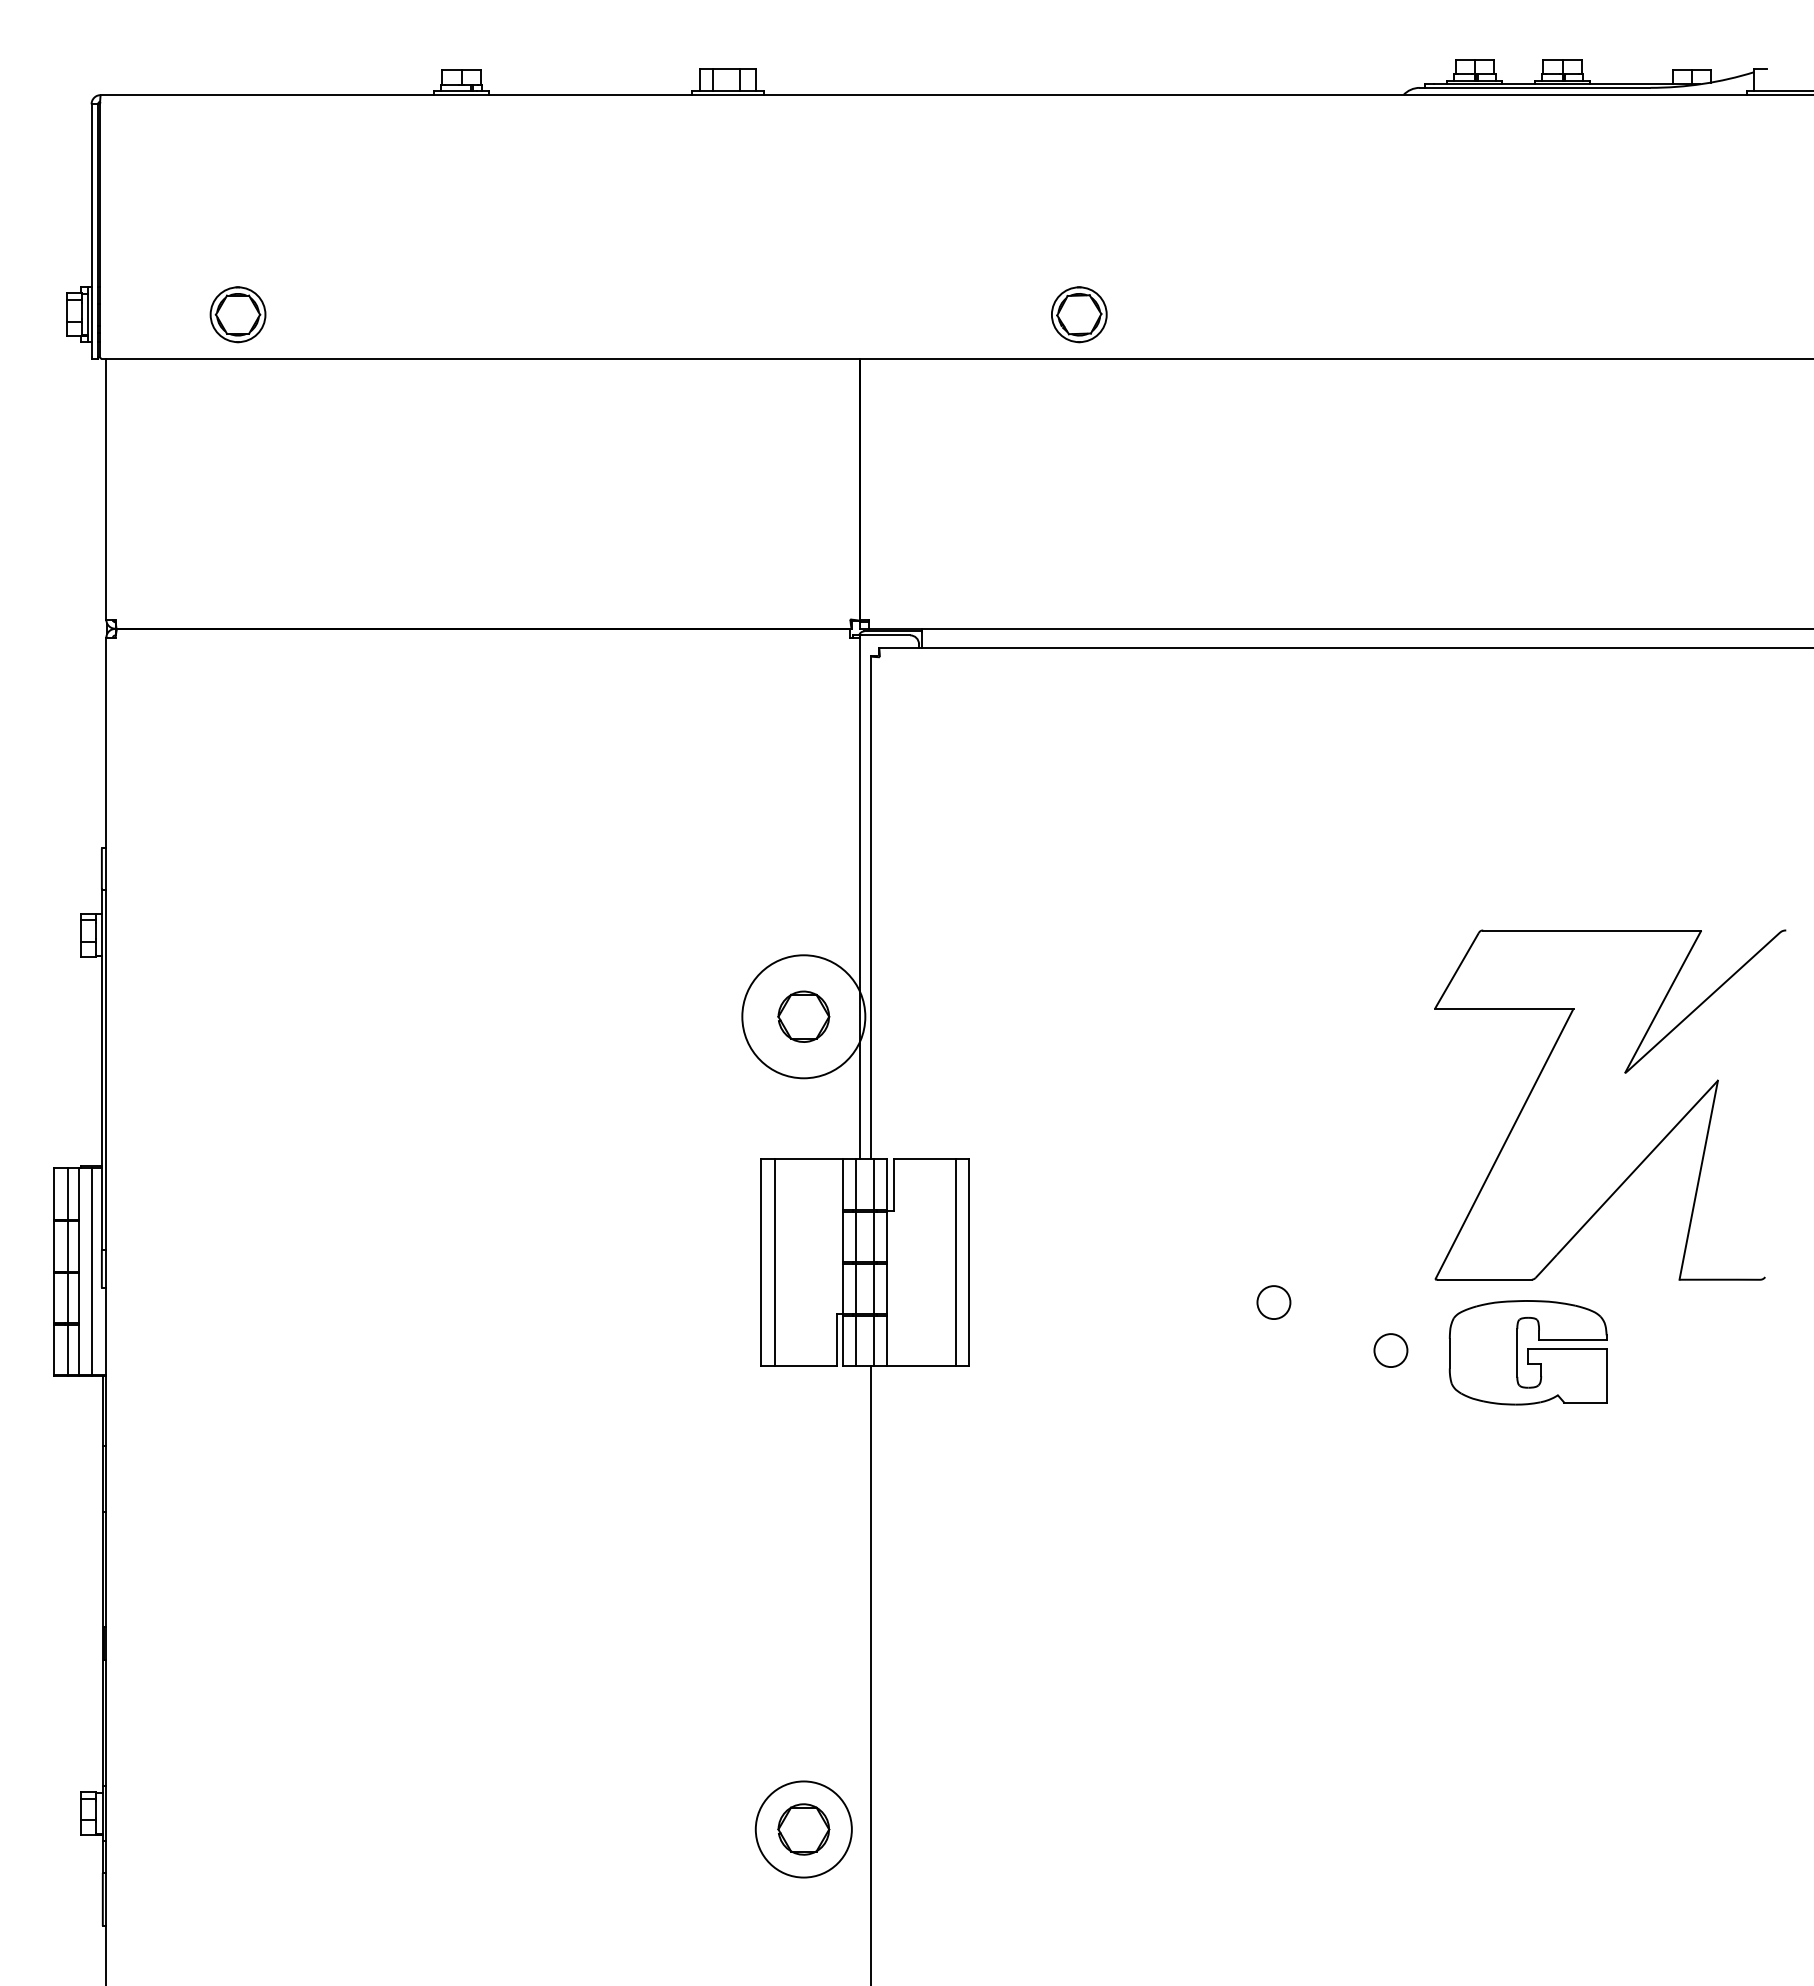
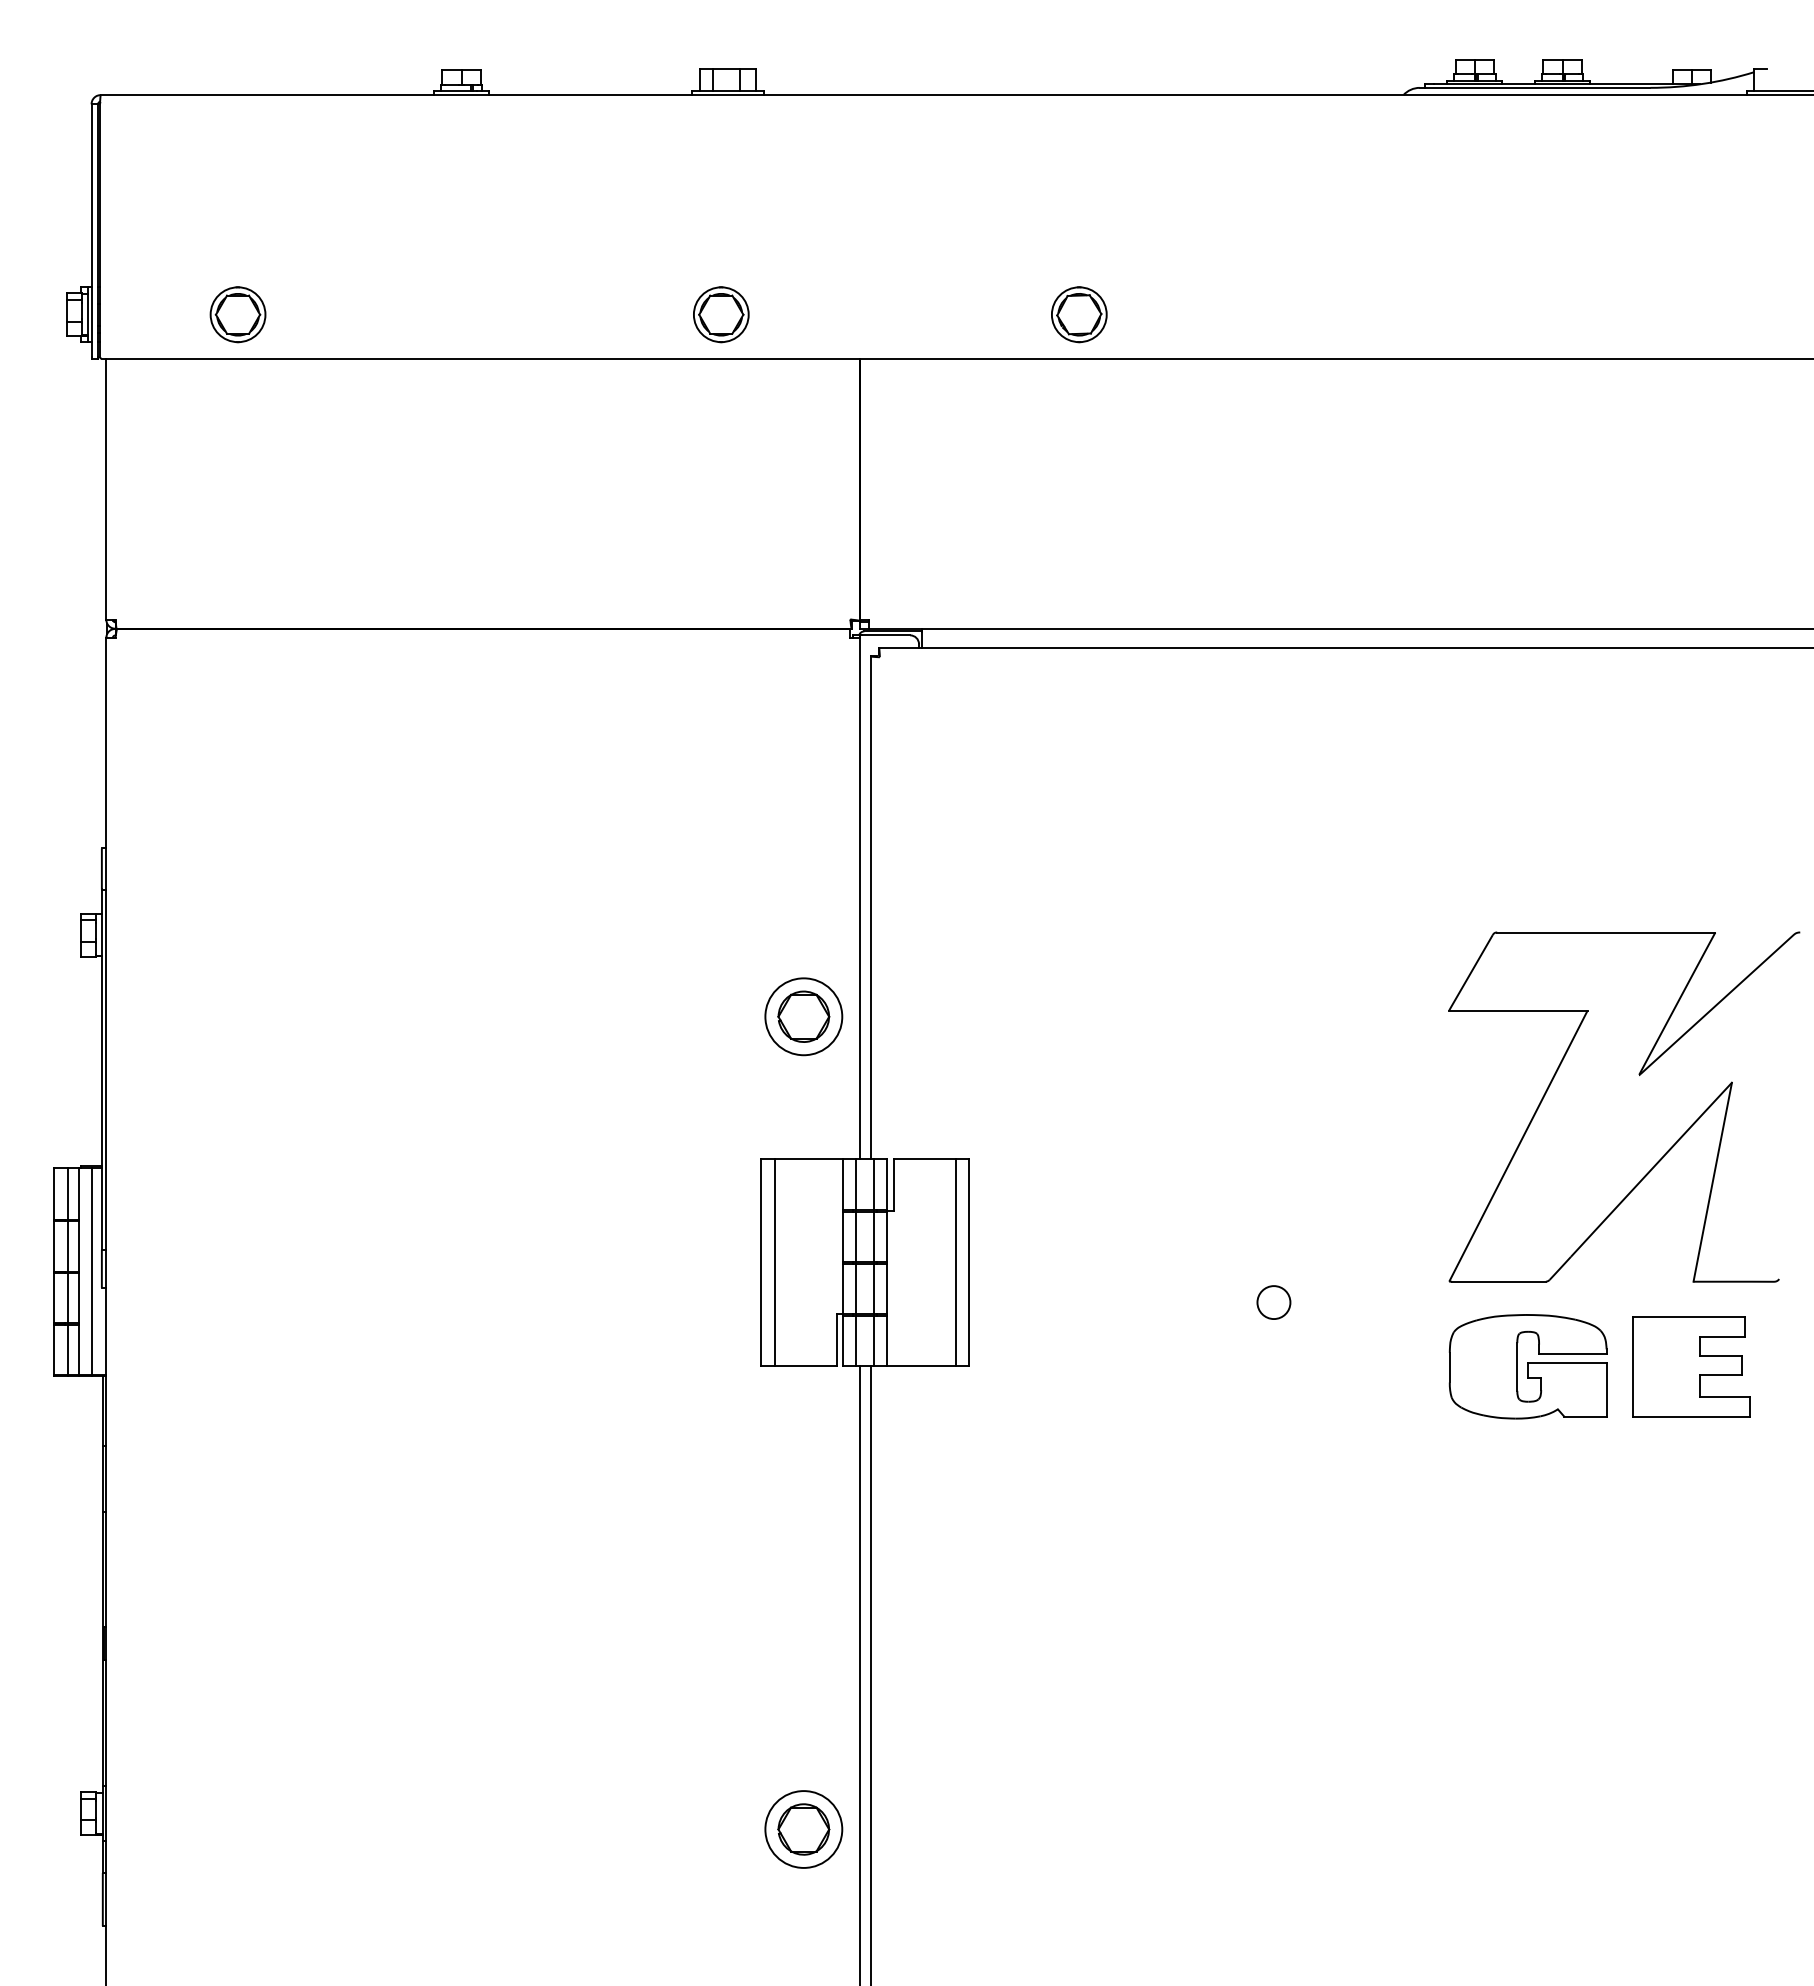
part at (721, 314): none -> present
circle at (803, 1016) diameter: 123 px -> 77 px
part at (1625, 1073) position: (1625, 1073) -> (1639, 1075)
circle at (1390, 1350): present -> none
part at (1527, 1352) position: (1527, 1352) -> (1527, 1366)
part at (1691, 1366): none -> present
line at (859, 1673): none -> present
circle at (803, 1829) diameter: 96 px -> 77 px
